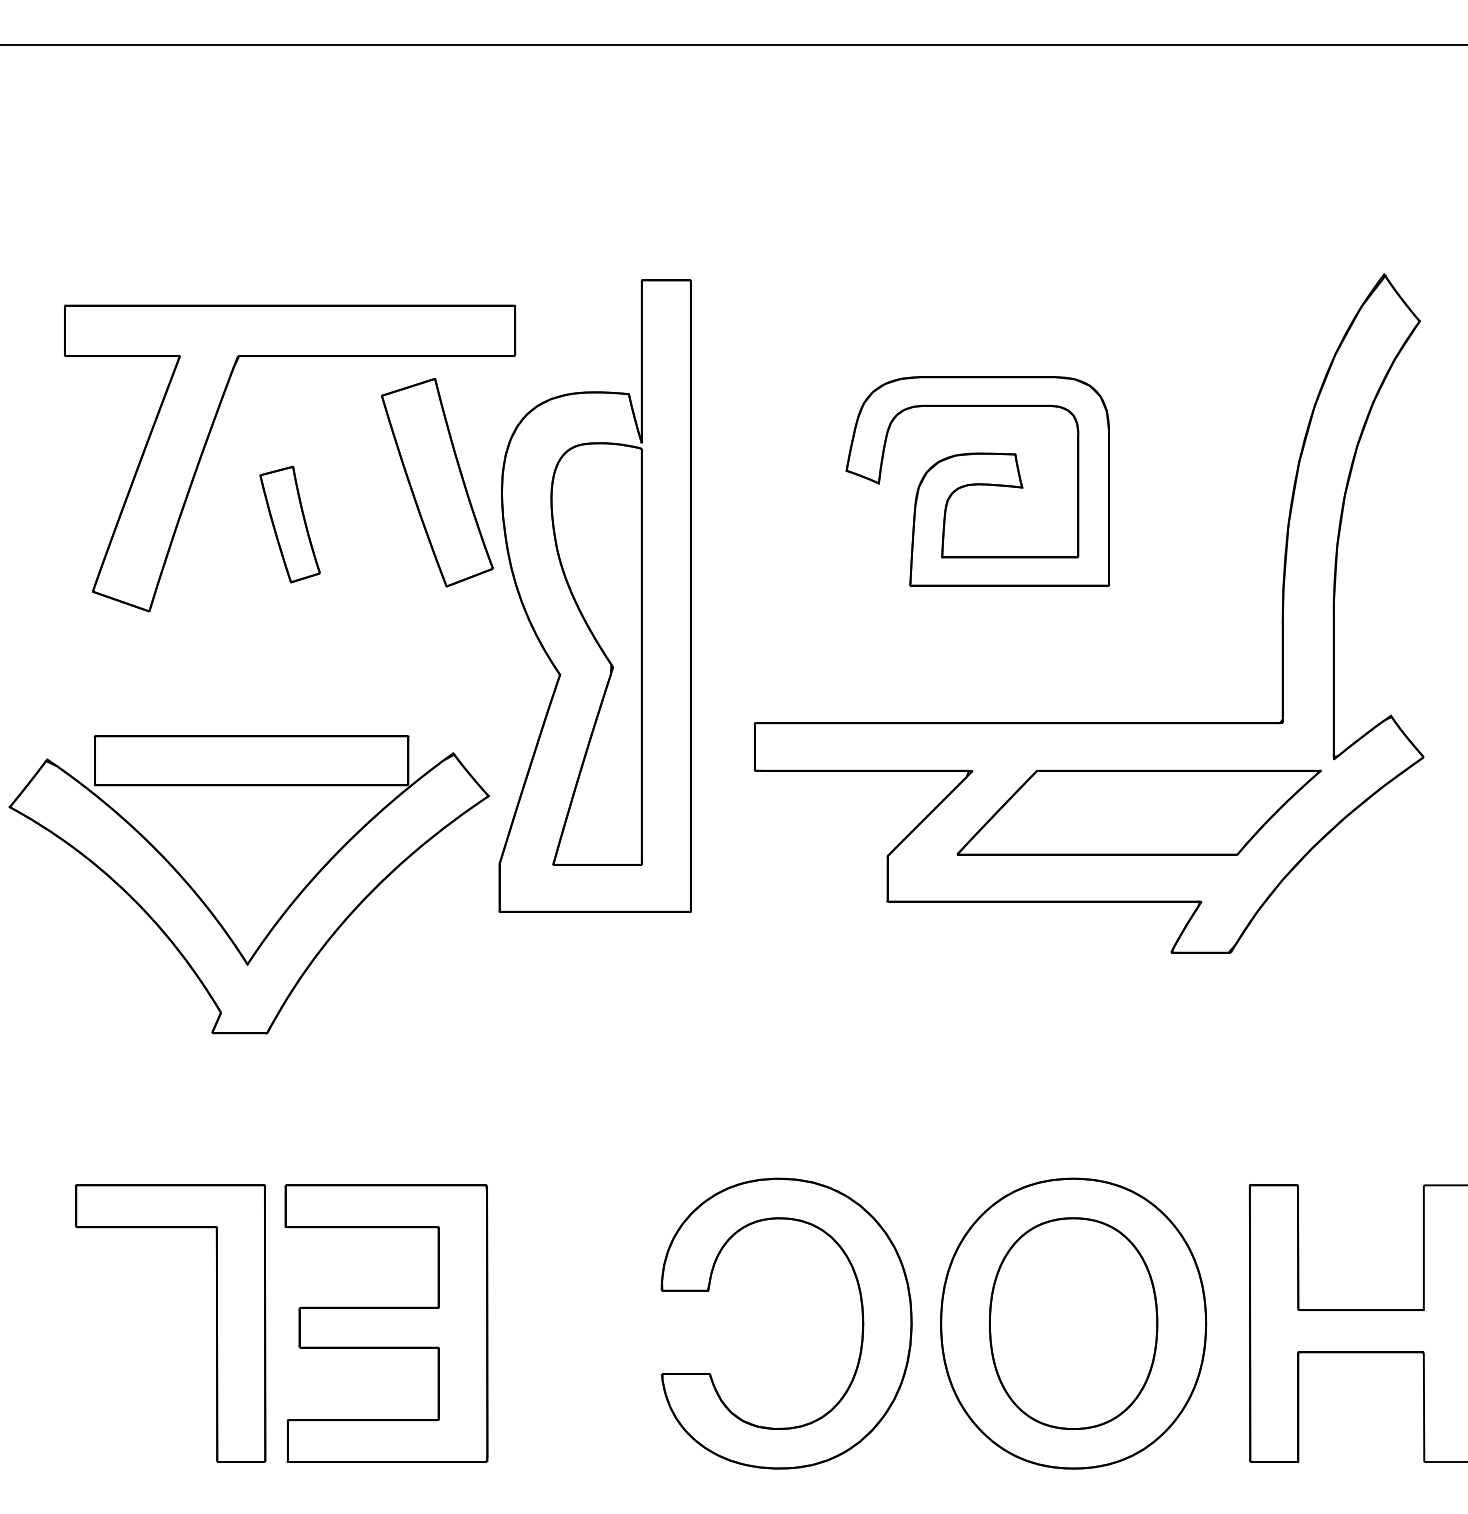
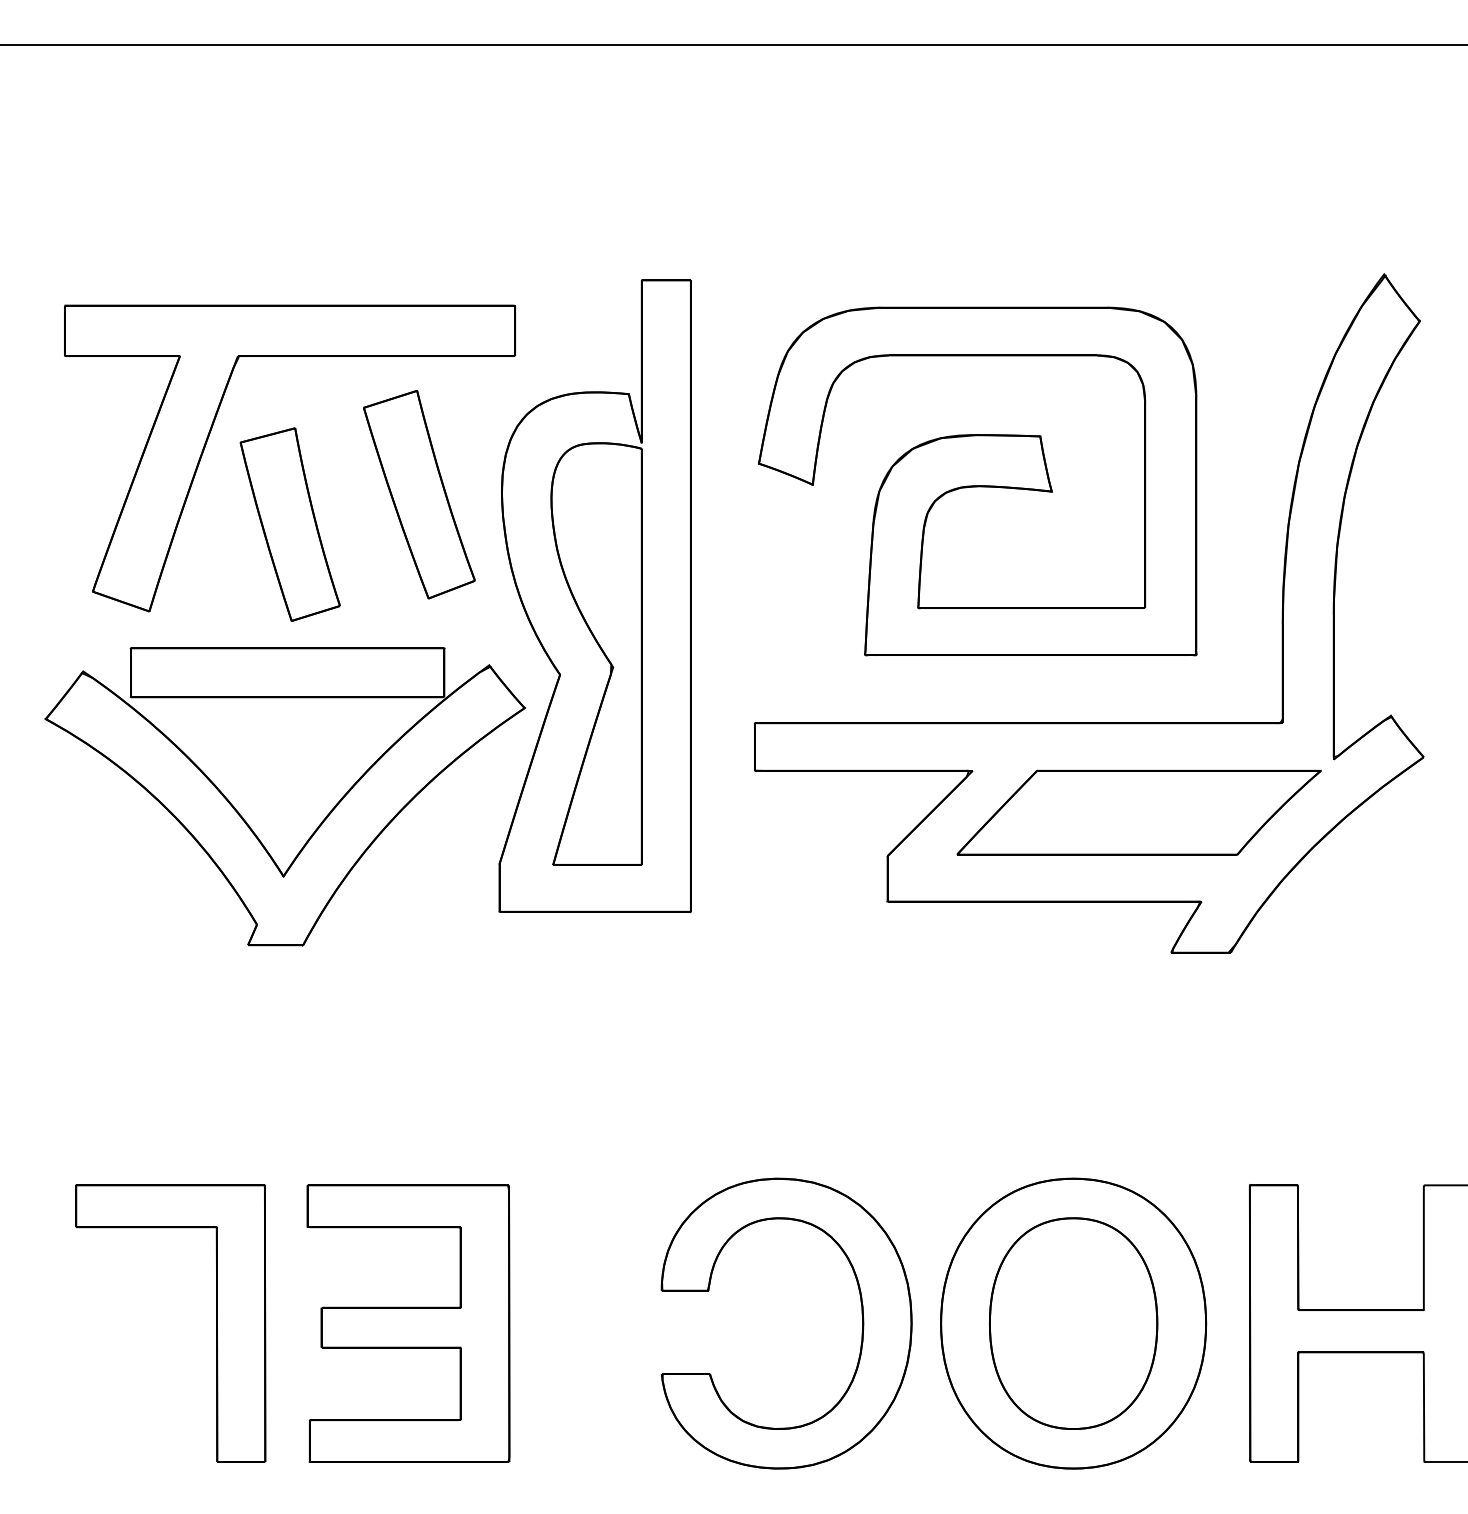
part at (977, 481) size: 266x211 px -> 440x351 px
part at (437, 482) position: (437, 482) -> (419, 494)
part at (289, 524) size: 62x119 px -> 102x195 px
part at (285, 909) position: (285, 909) -> (321, 821)
part at (386, 1323) position: (386, 1323) -> (408, 1323)
